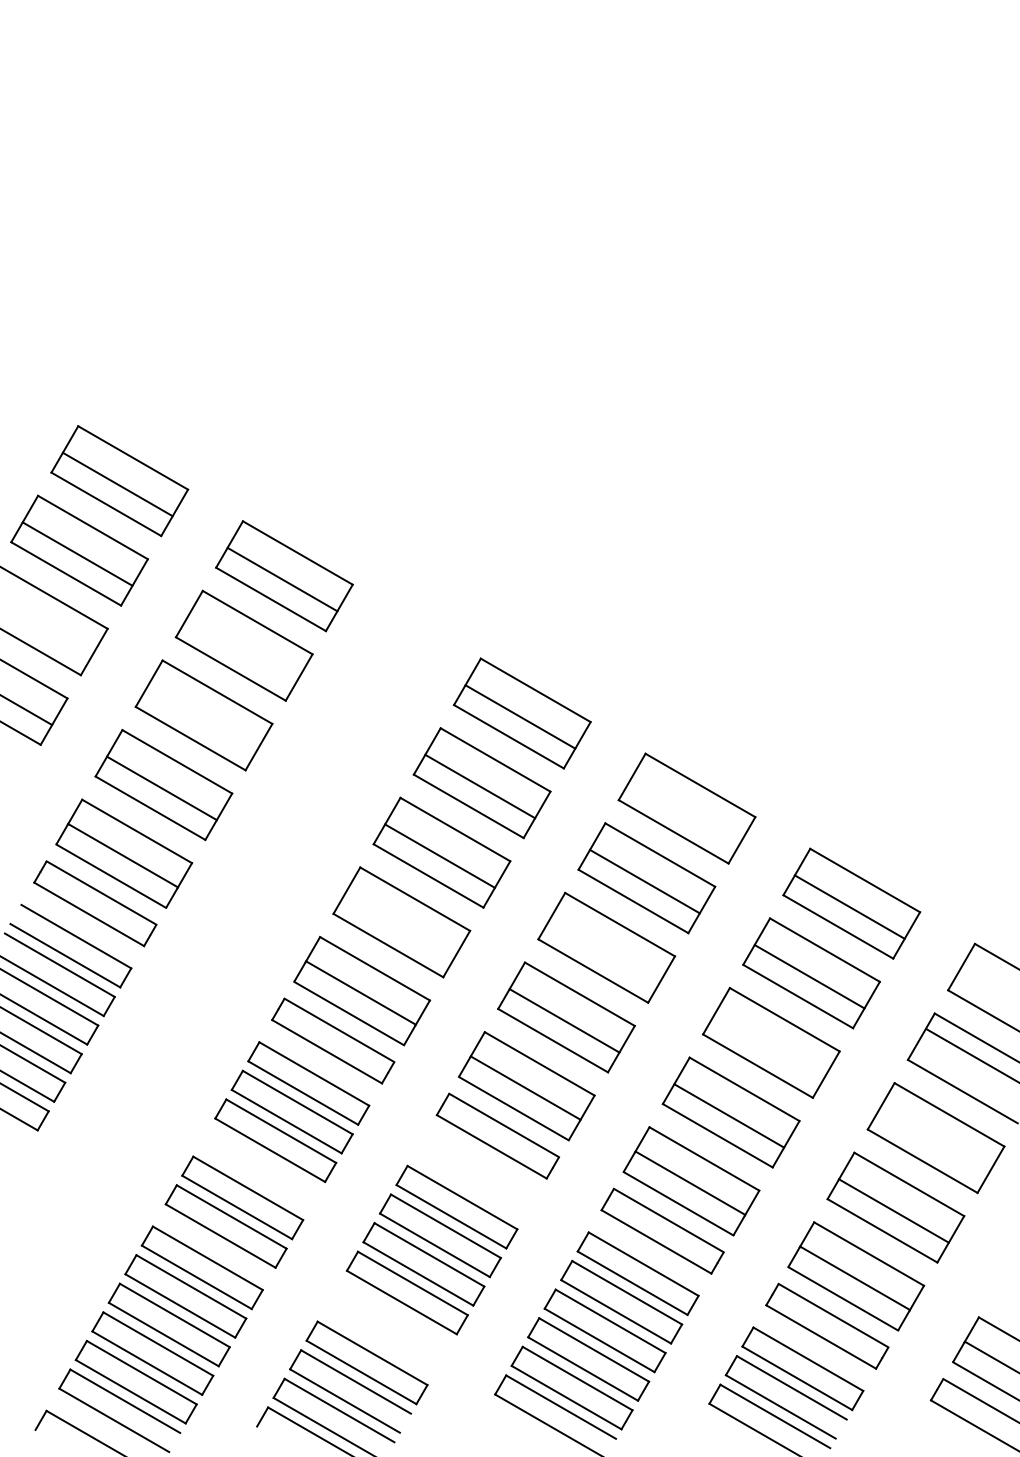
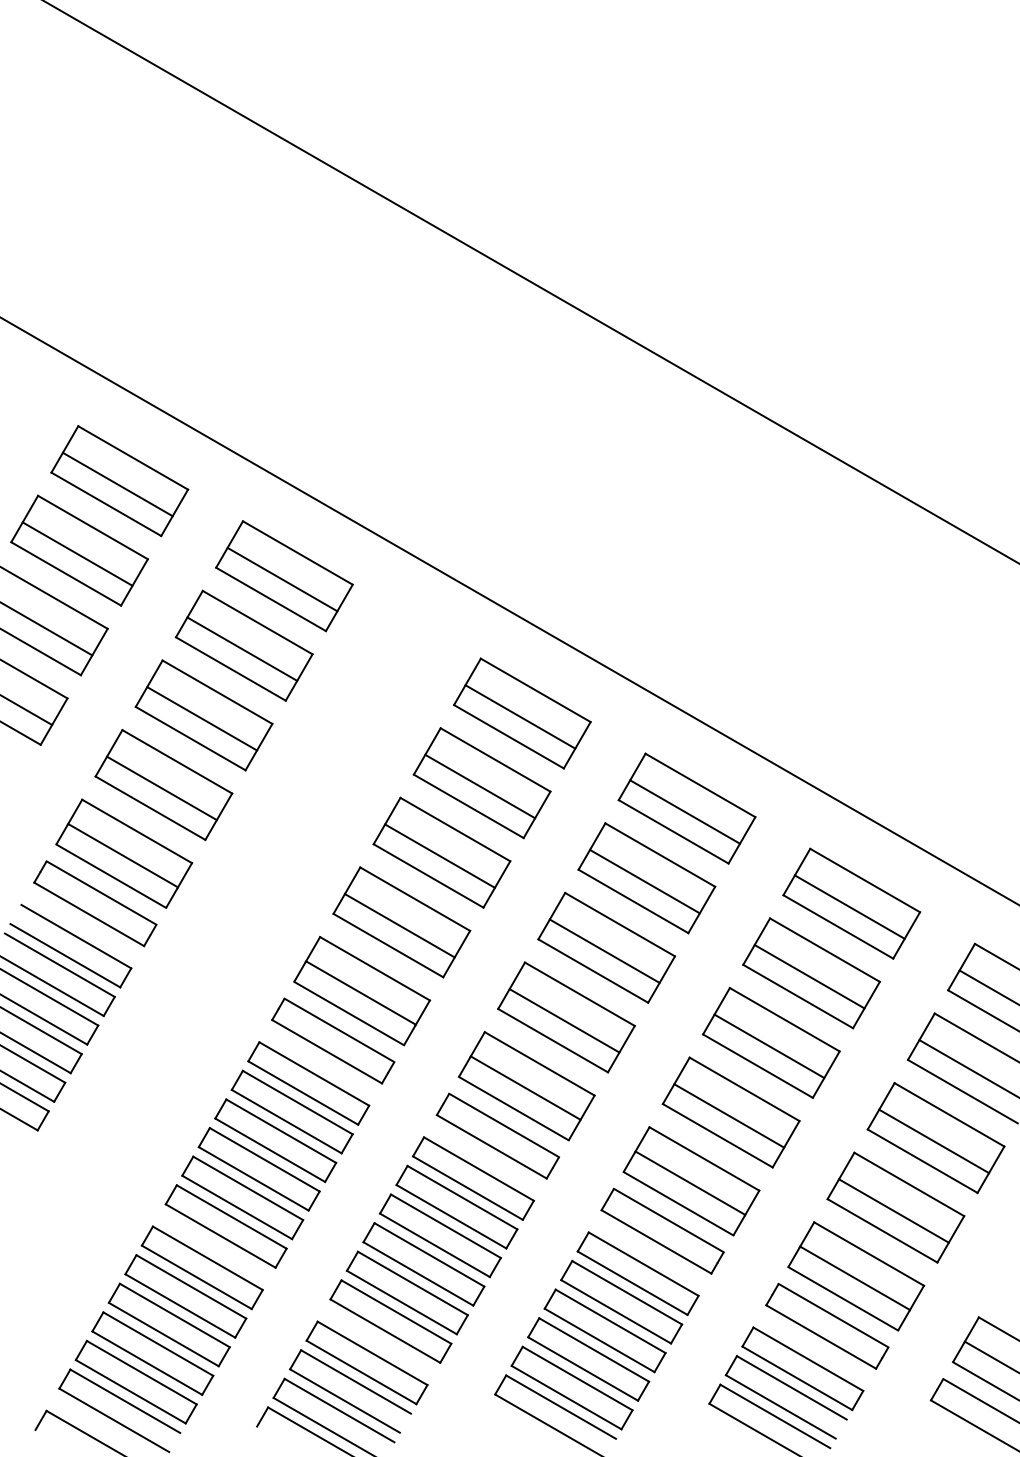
line at (530, 282): none -> present
line at (509, 610): none -> present
line at (47, 629): none -> present
line at (242, 648): none -> present
line at (202, 718): none -> present
line at (685, 811): none -> present
line at (399, 925): none -> present
line at (604, 950): none -> present
line at (987, 986): none -> present
line at (769, 1046): none -> present
line at (971, 1054) position: (971, 1054) -> (967, 1067)
line at (934, 1141): none -> present
part at (258, 1169): none -> present
part at (472, 1178): none -> present
part at (390, 1321): none -> present
